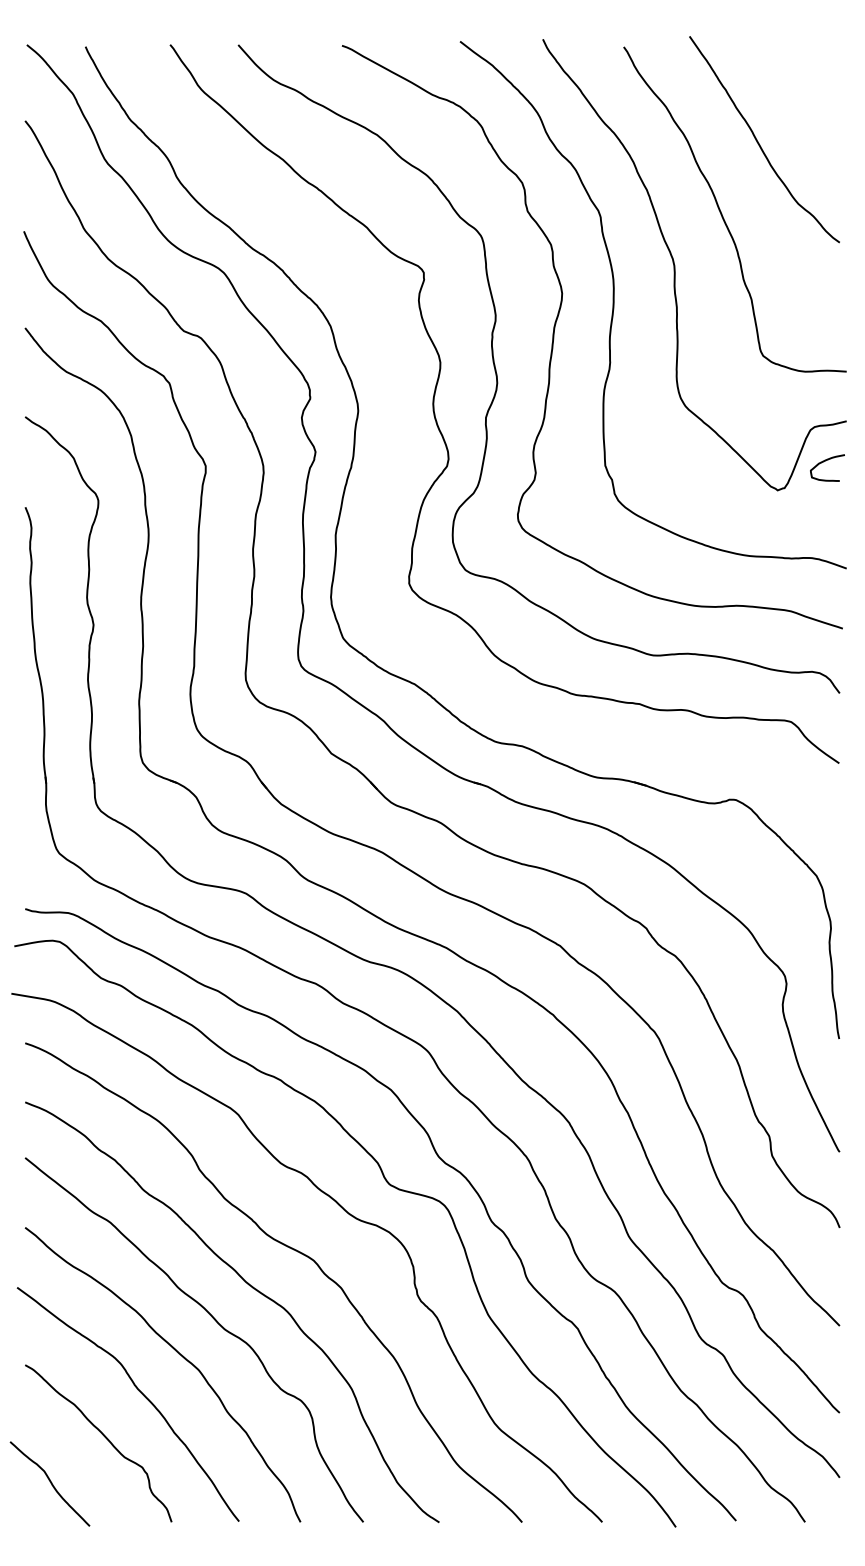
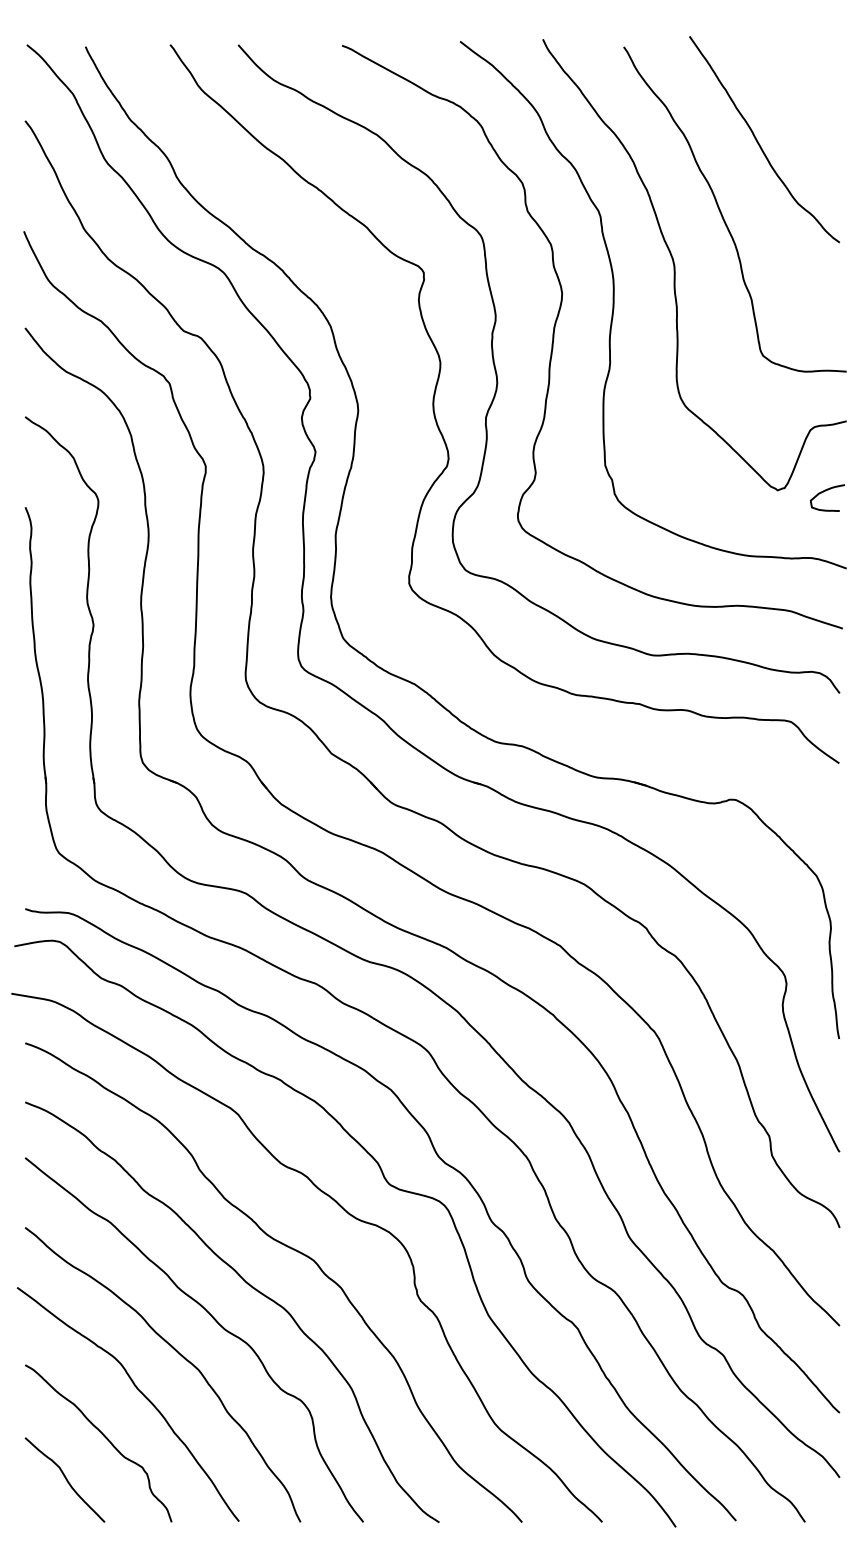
curve at (825, 461) position: (825, 461) -> (825, 491)
curve at (50, 1483) position: (50, 1483) -> (65, 1479)
